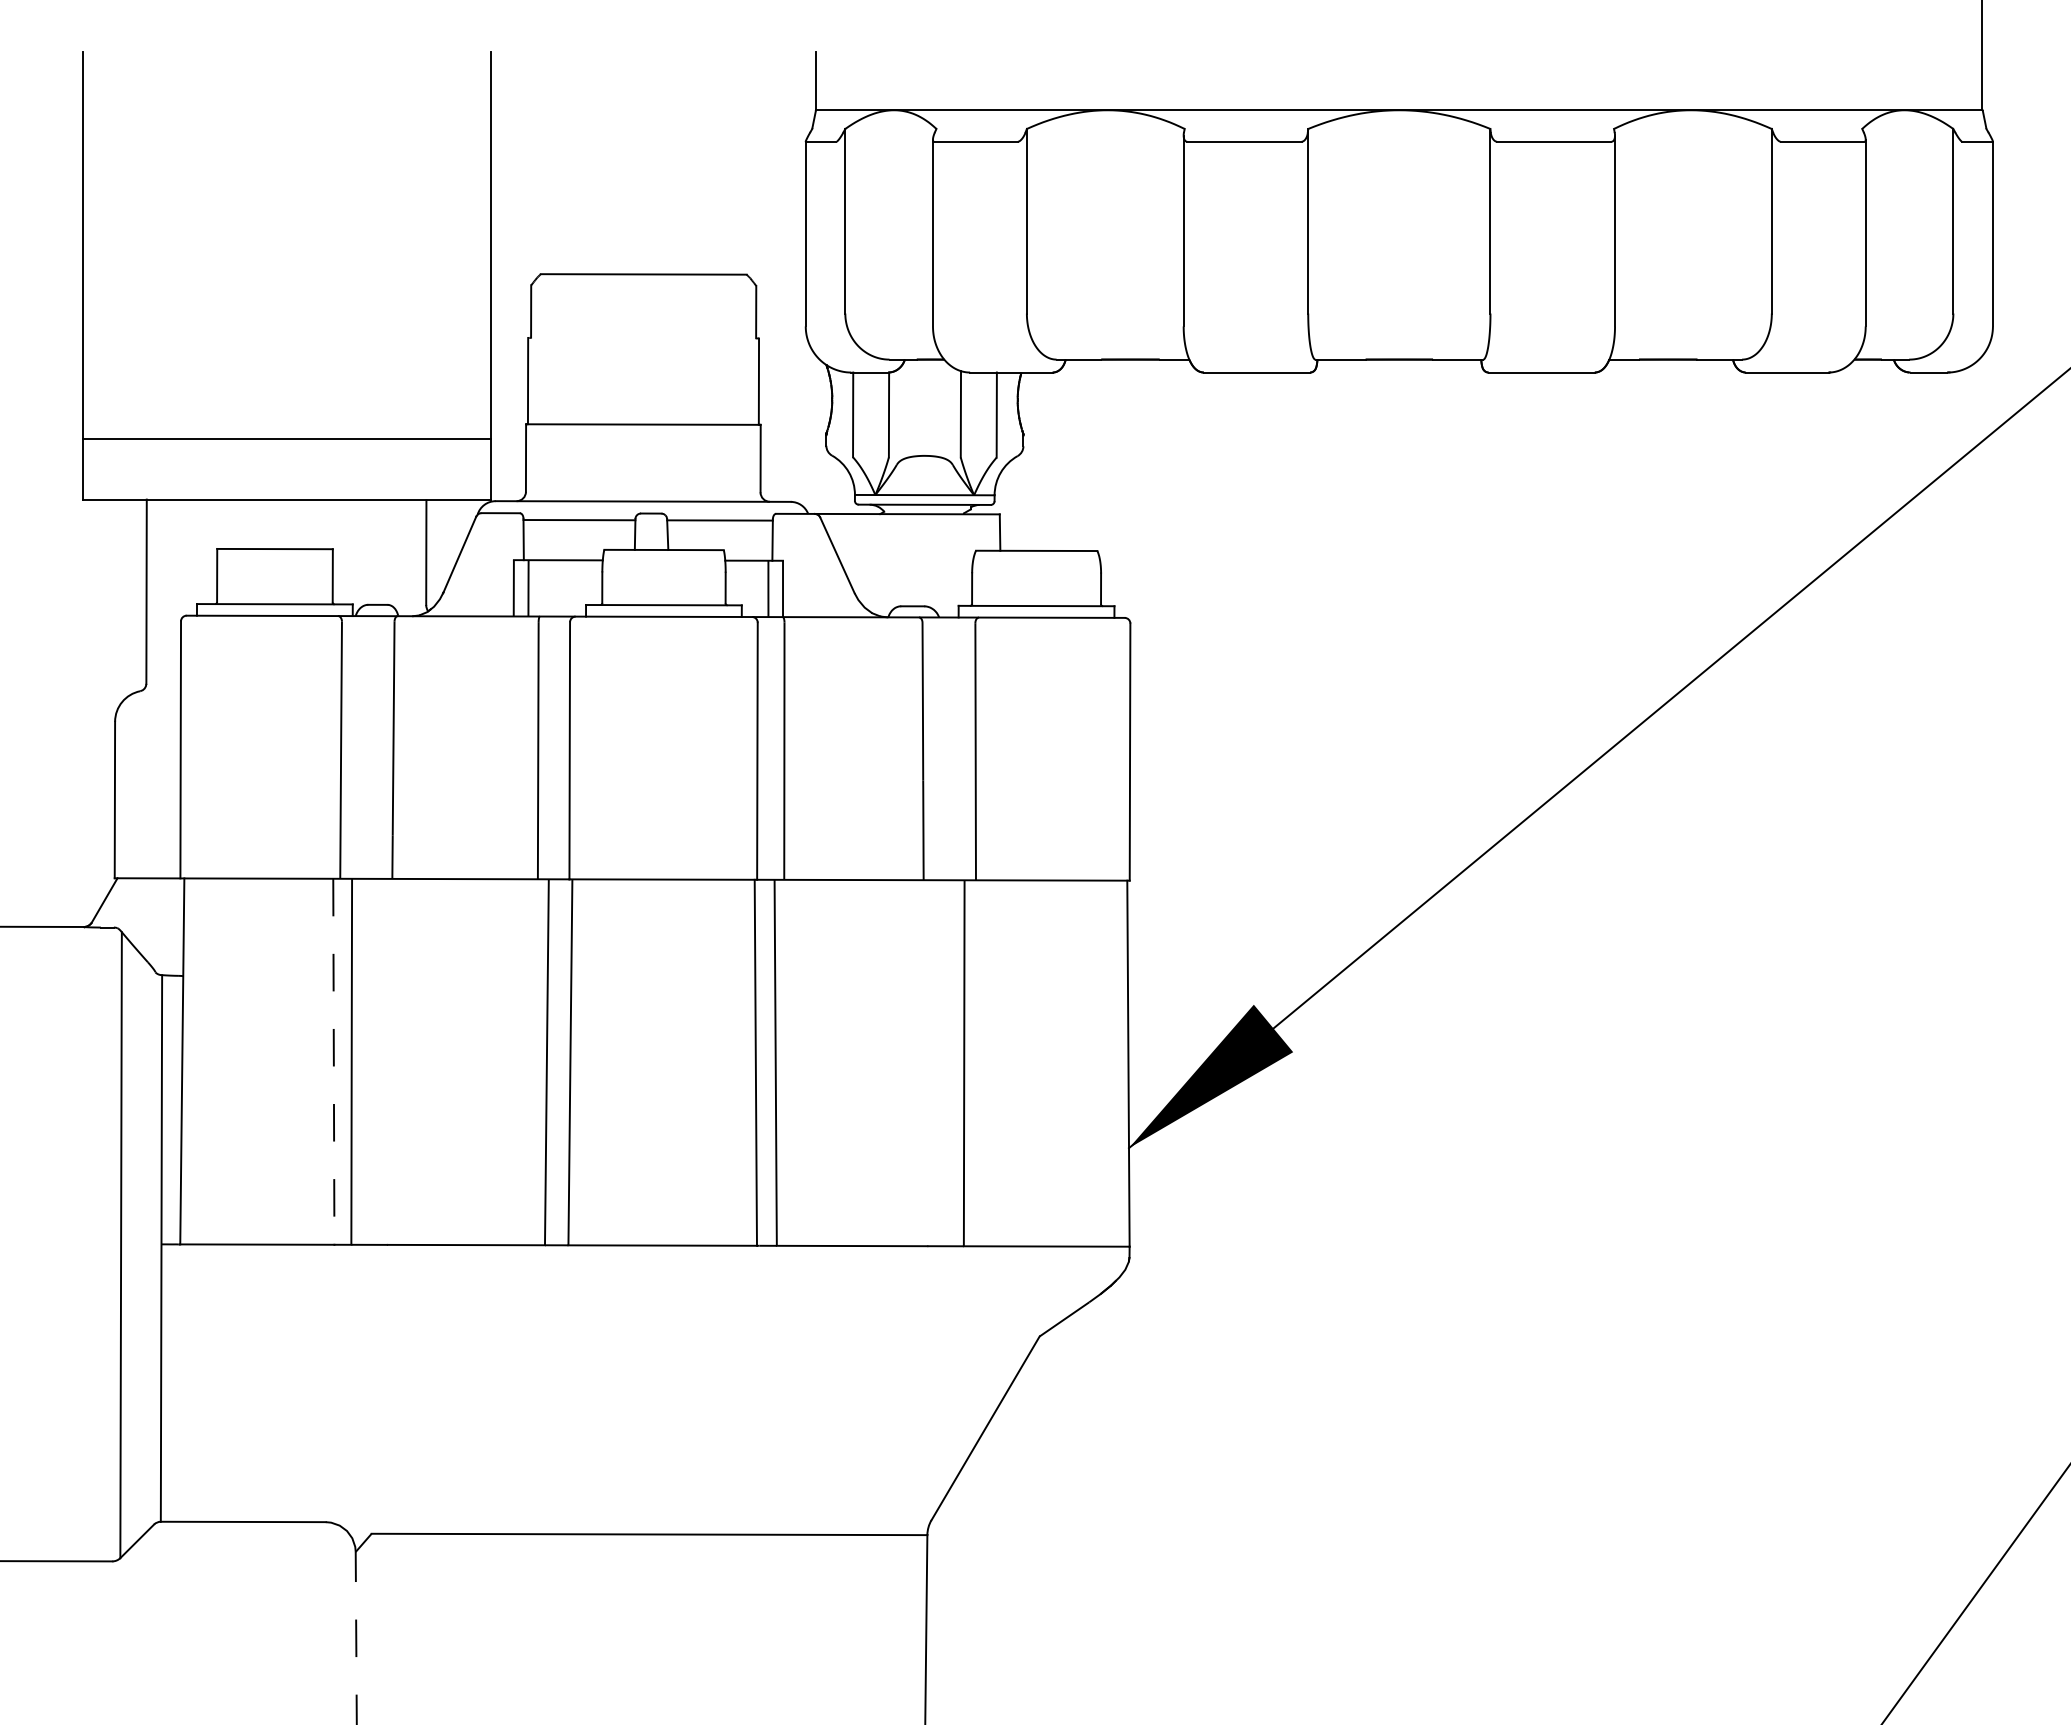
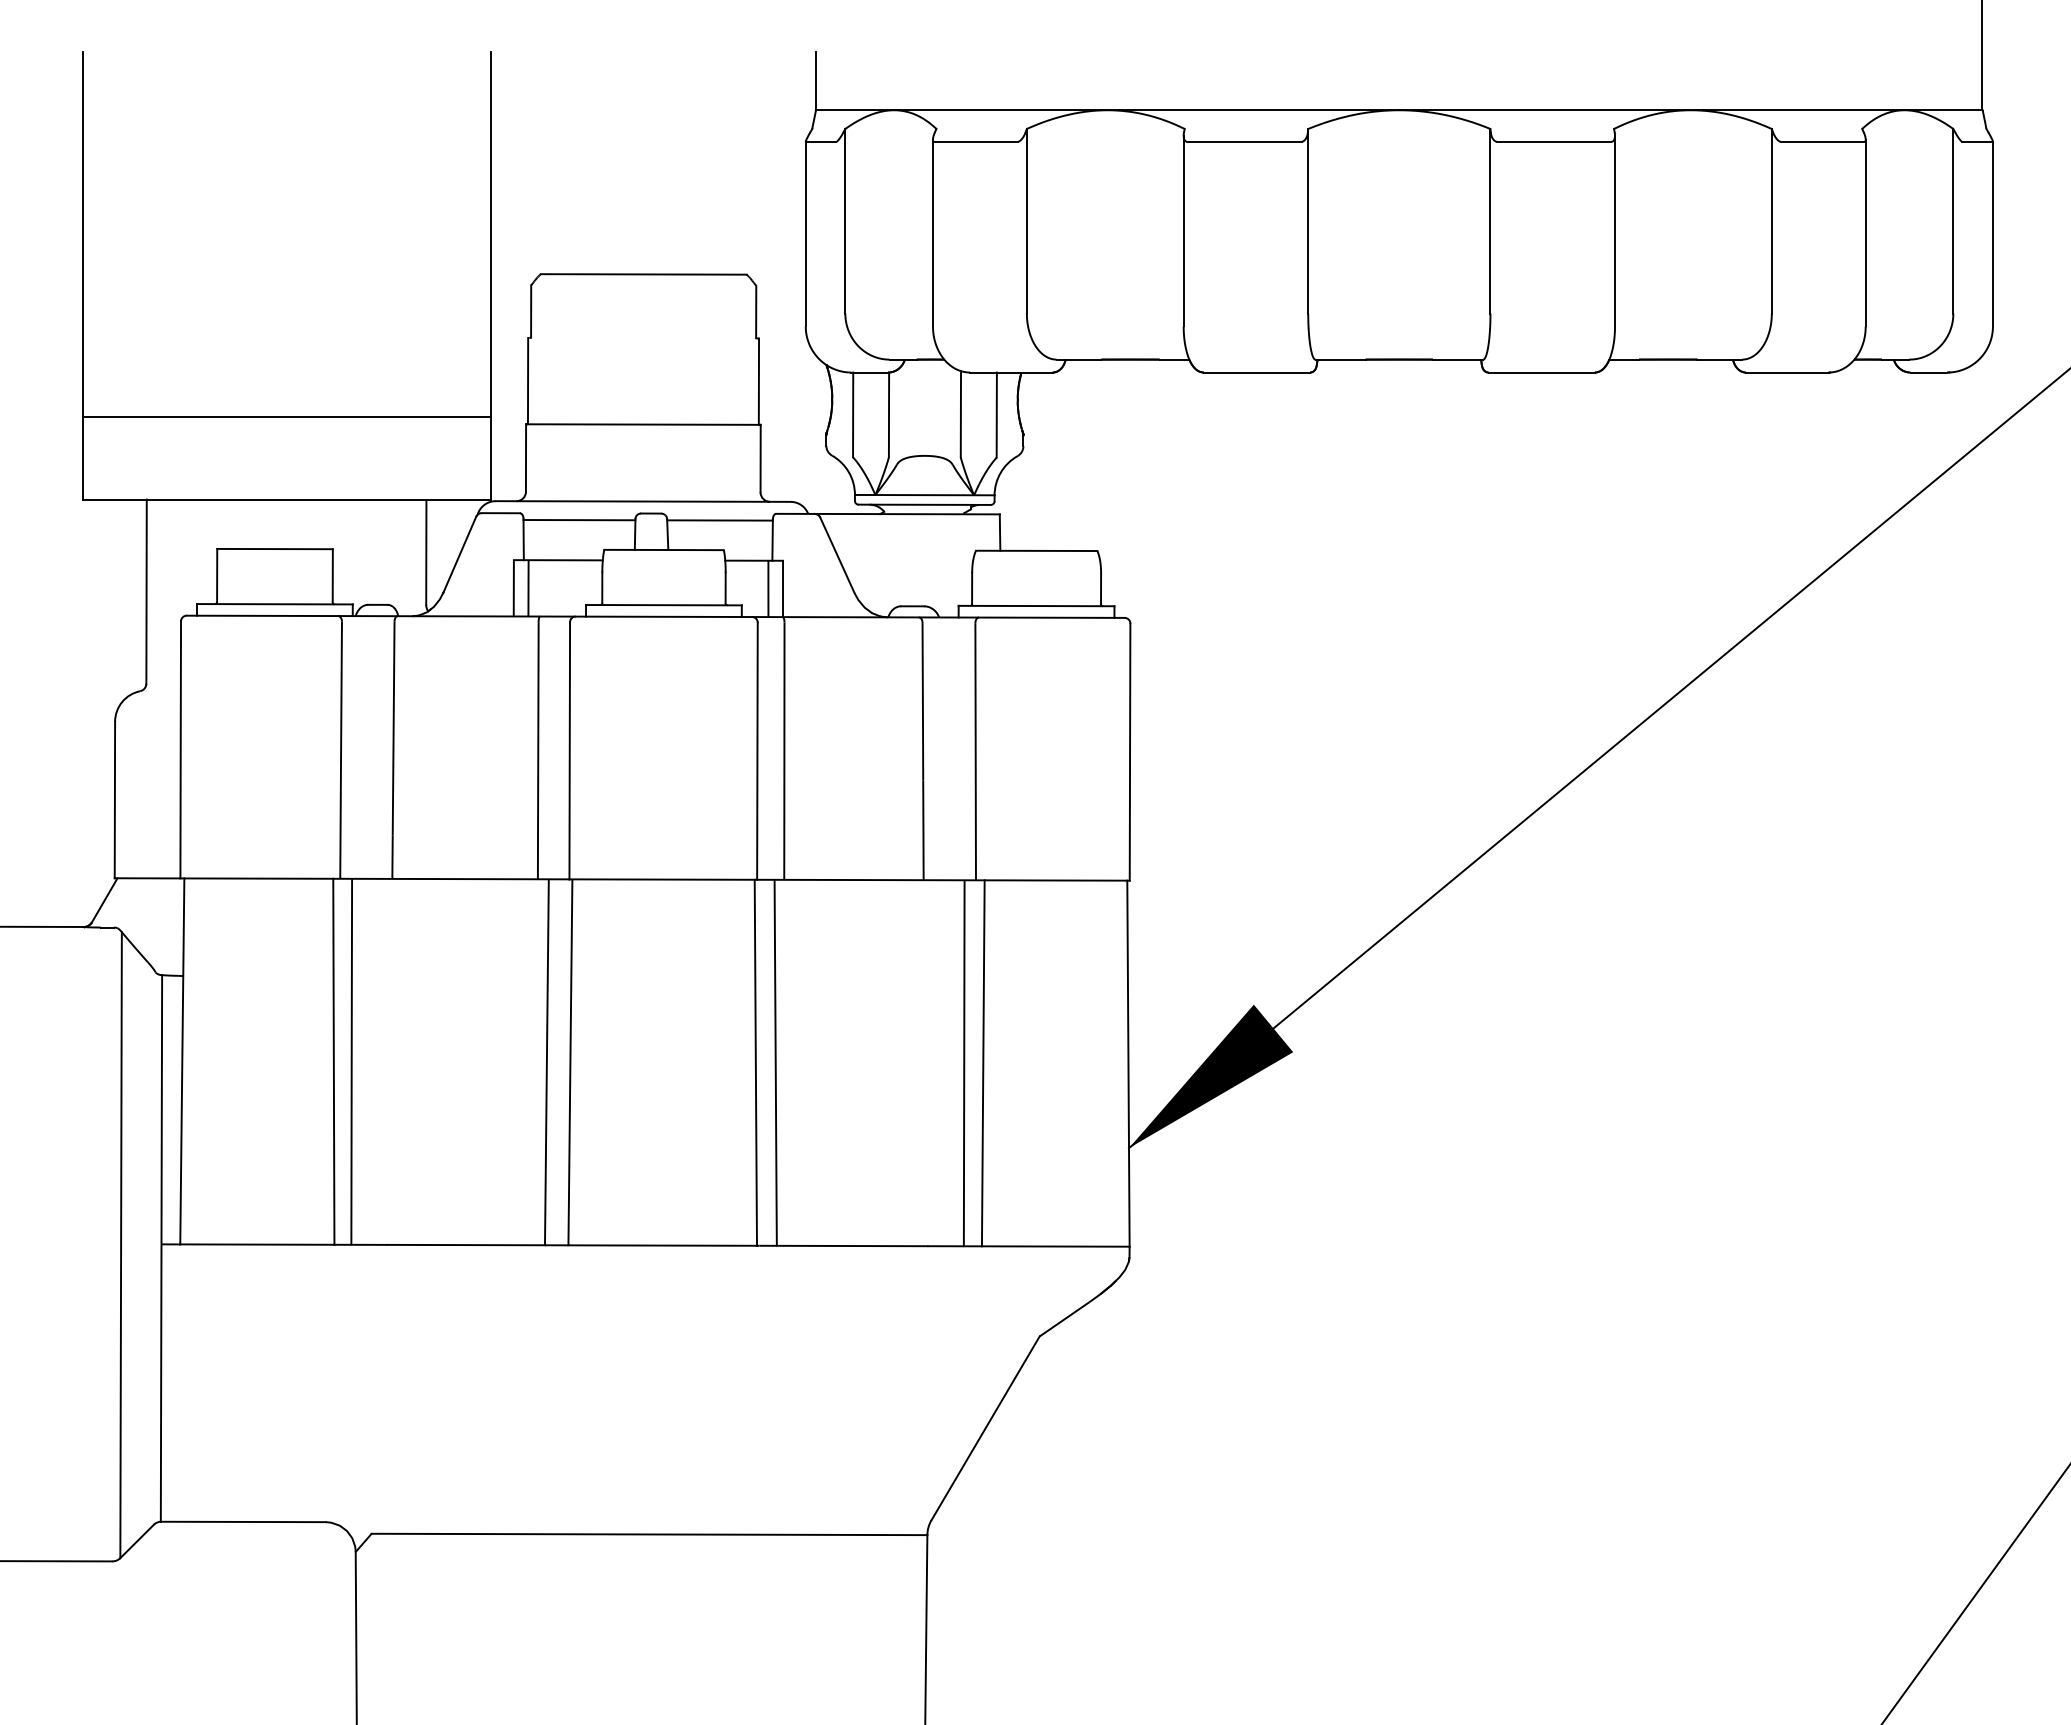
line at (286, 438) position: (286, 438) -> (286, 416)
line at (333, 1061): dashed -> solid
line at (982, 1063): none -> present
line at (356, 1637): dashed -> solid
